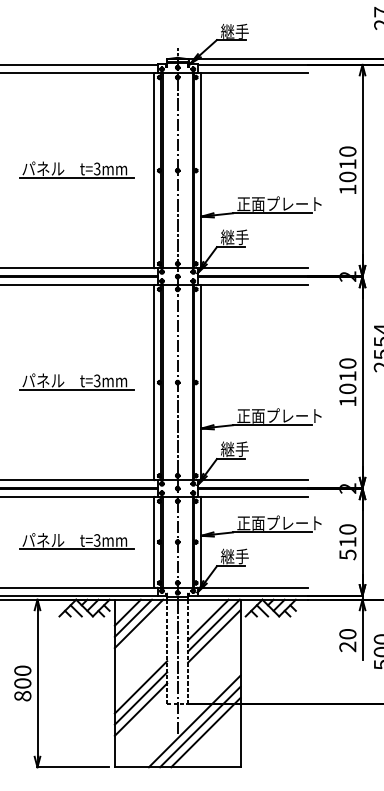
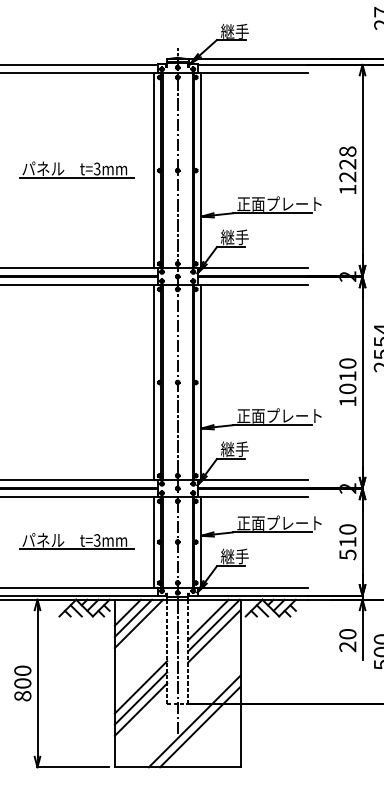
text at (347, 164): 1010 -> 1228
part at (76, 381): present -> none
line at (205, 732): present -> none
